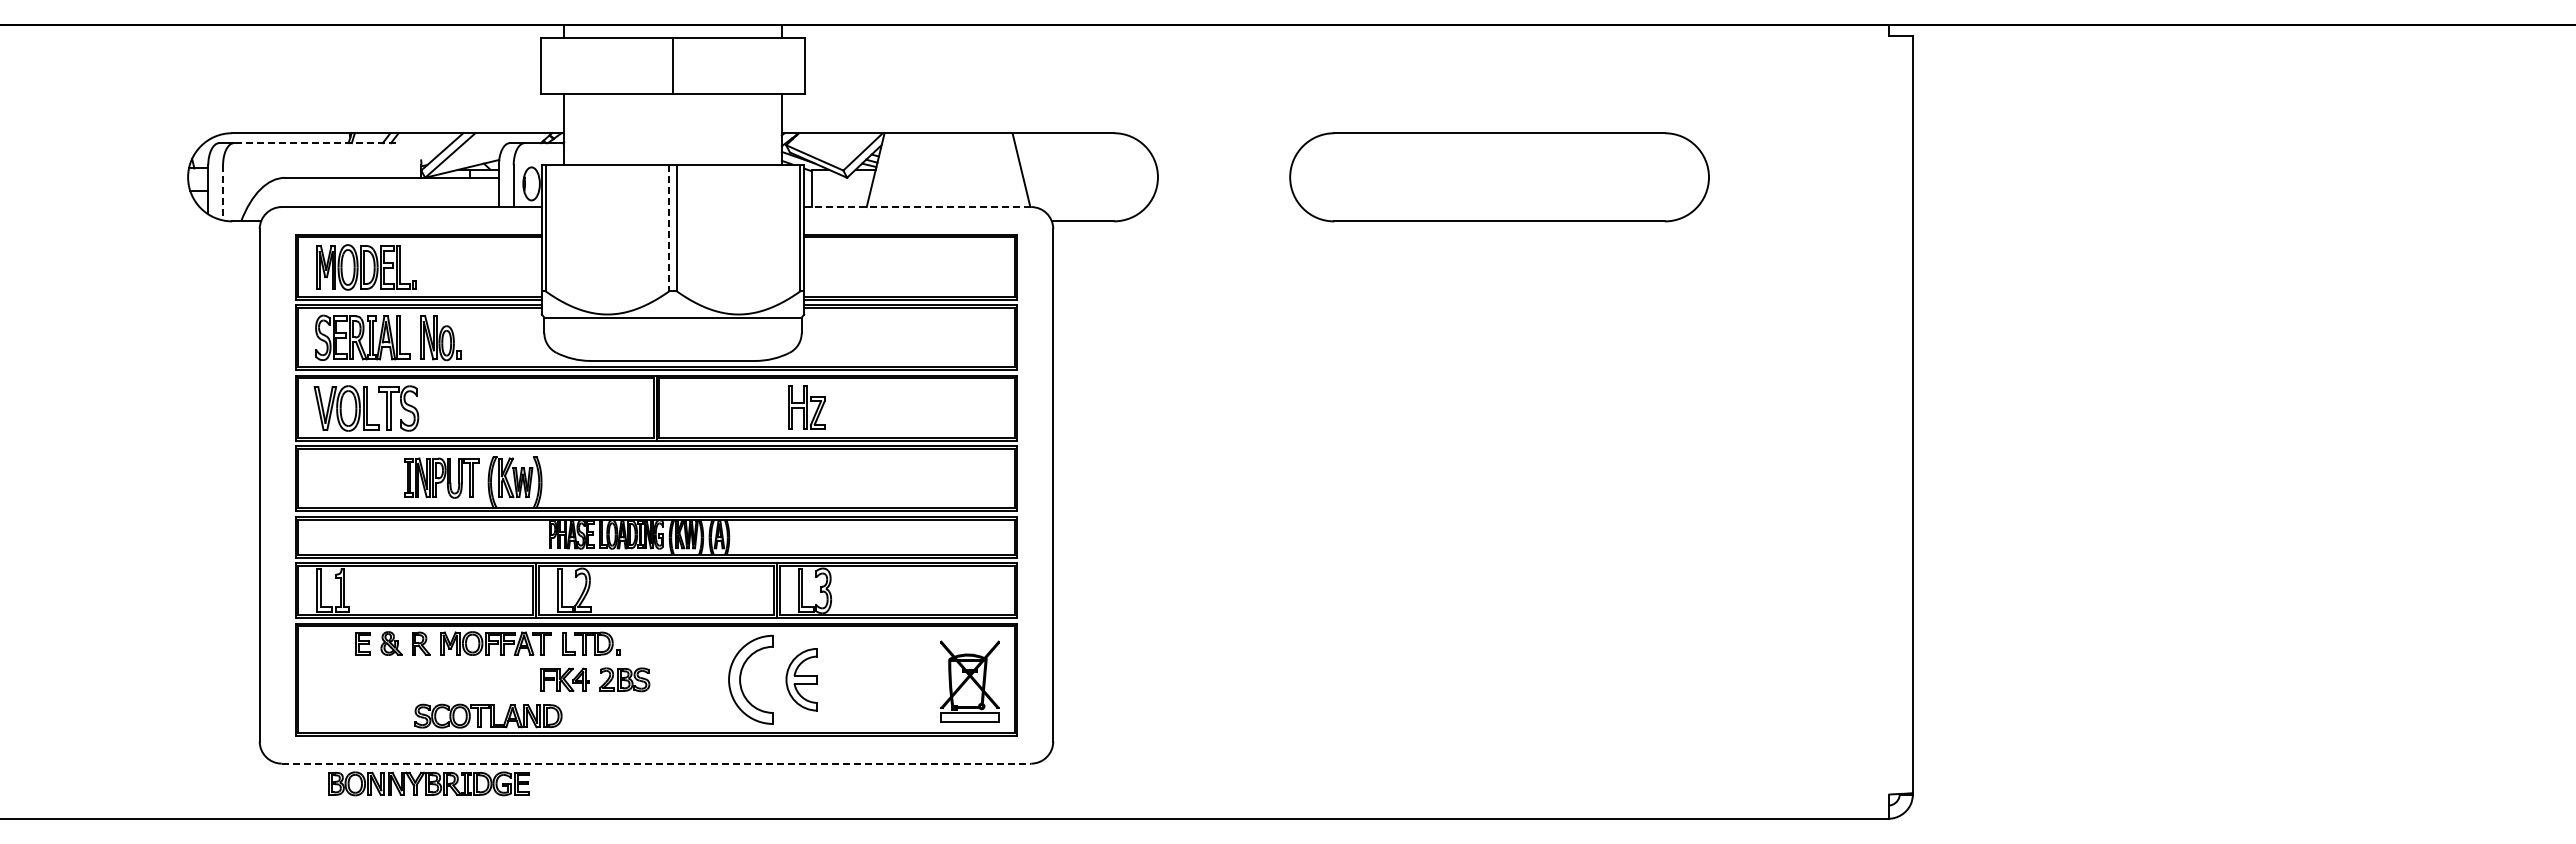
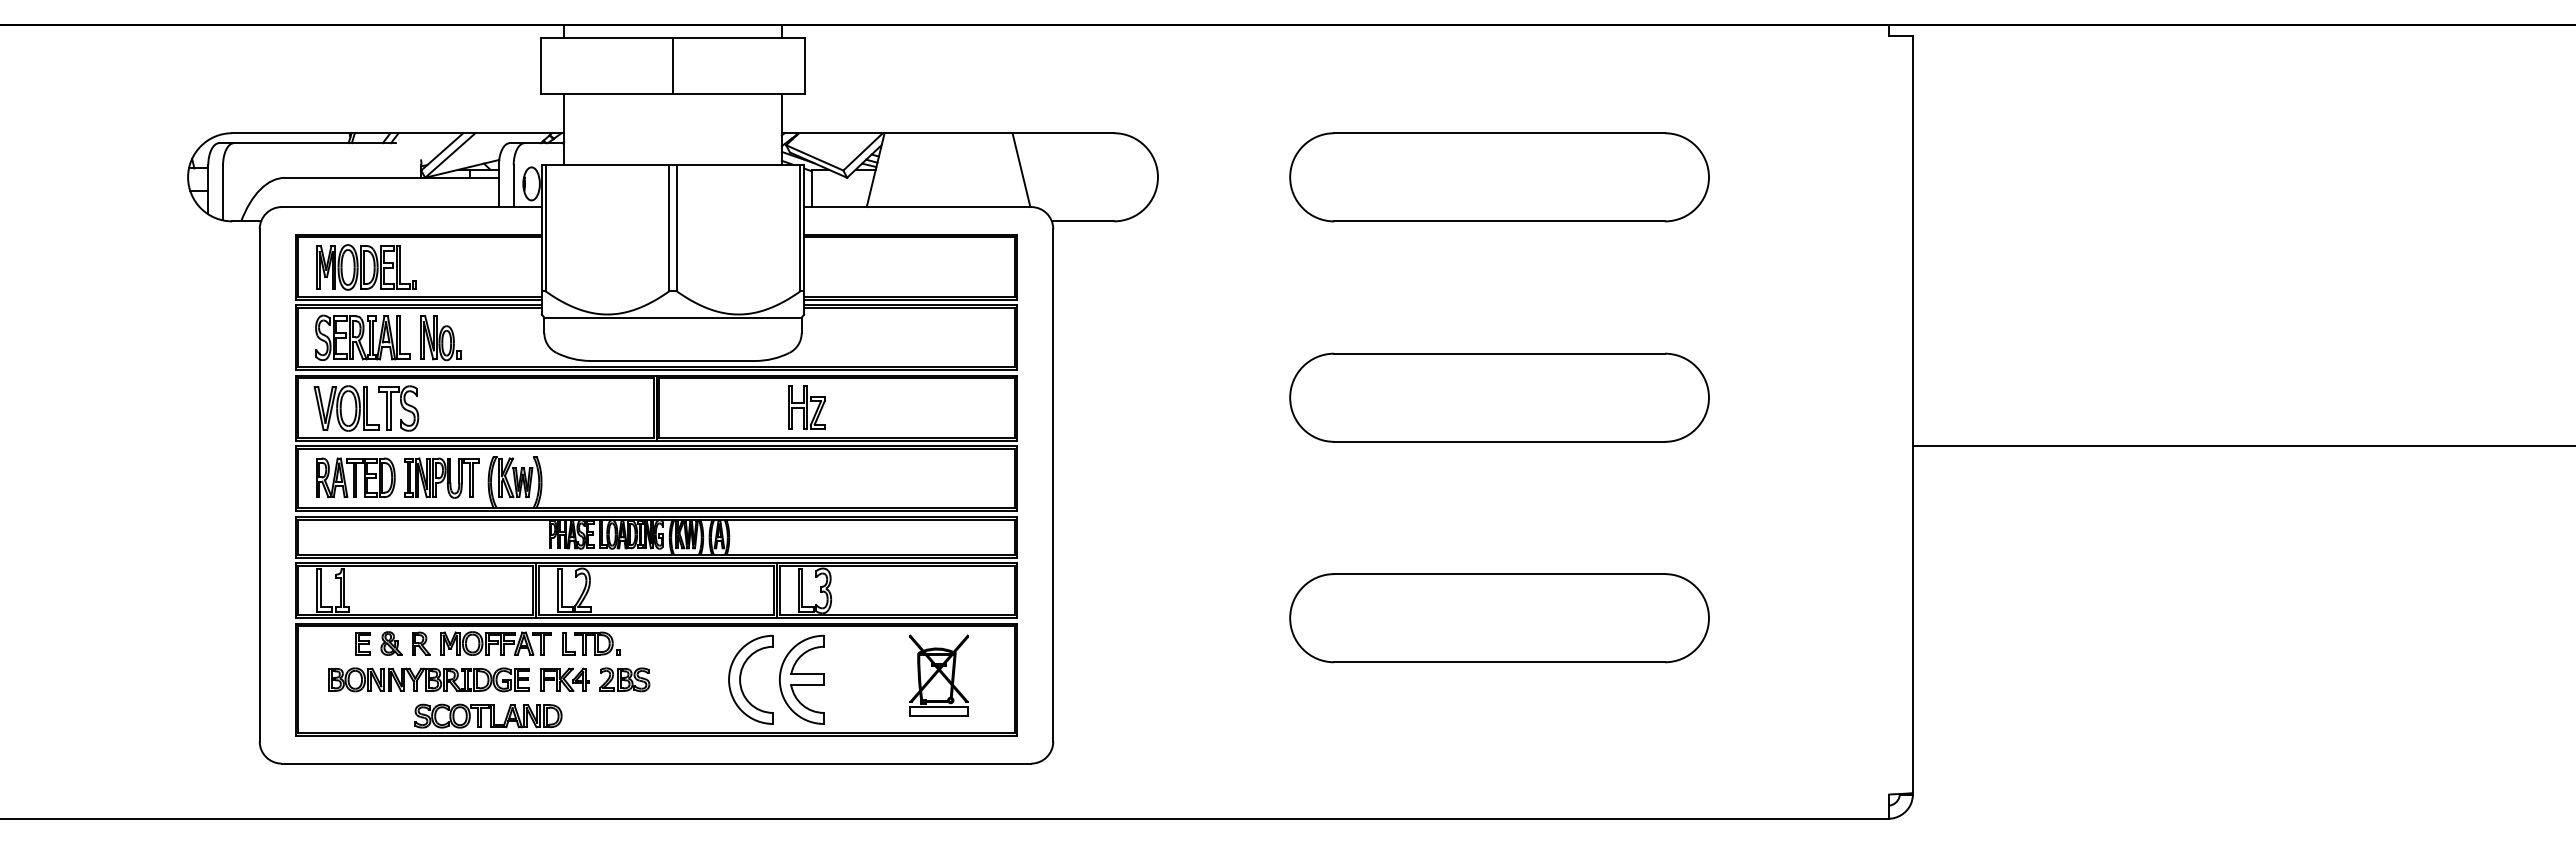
line at (314, 143): dashed -> solid
line at (223, 192): dashed -> solid
line at (917, 207): dashed -> solid
line at (669, 228): dashed -> solid
part at (1499, 397): none -> present
line at (2242, 446): none -> present
part at (355, 477): none -> present
part at (1499, 618): none -> present
part at (801, 679) size: 33x64 px -> 46x91 px
part at (969, 681) position: (969, 681) -> (938, 675)
line at (656, 763): dashed -> solid
part at (428, 783) position: (428, 783) -> (428, 679)
